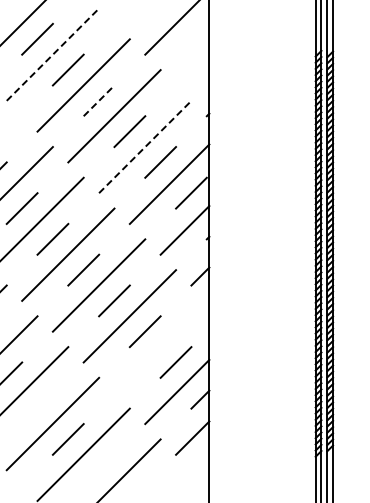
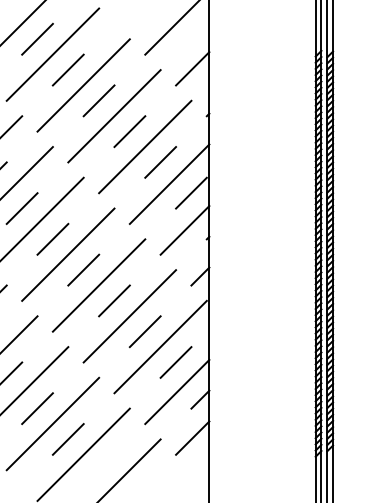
line at (53, 54): dashed -> solid
line at (192, 68): none -> present
line at (99, 100): dashed -> solid
line at (12, 126): none -> present
line at (145, 146): dashed -> solid
line at (160, 346): none -> present
line at (37, 408): none -> present
